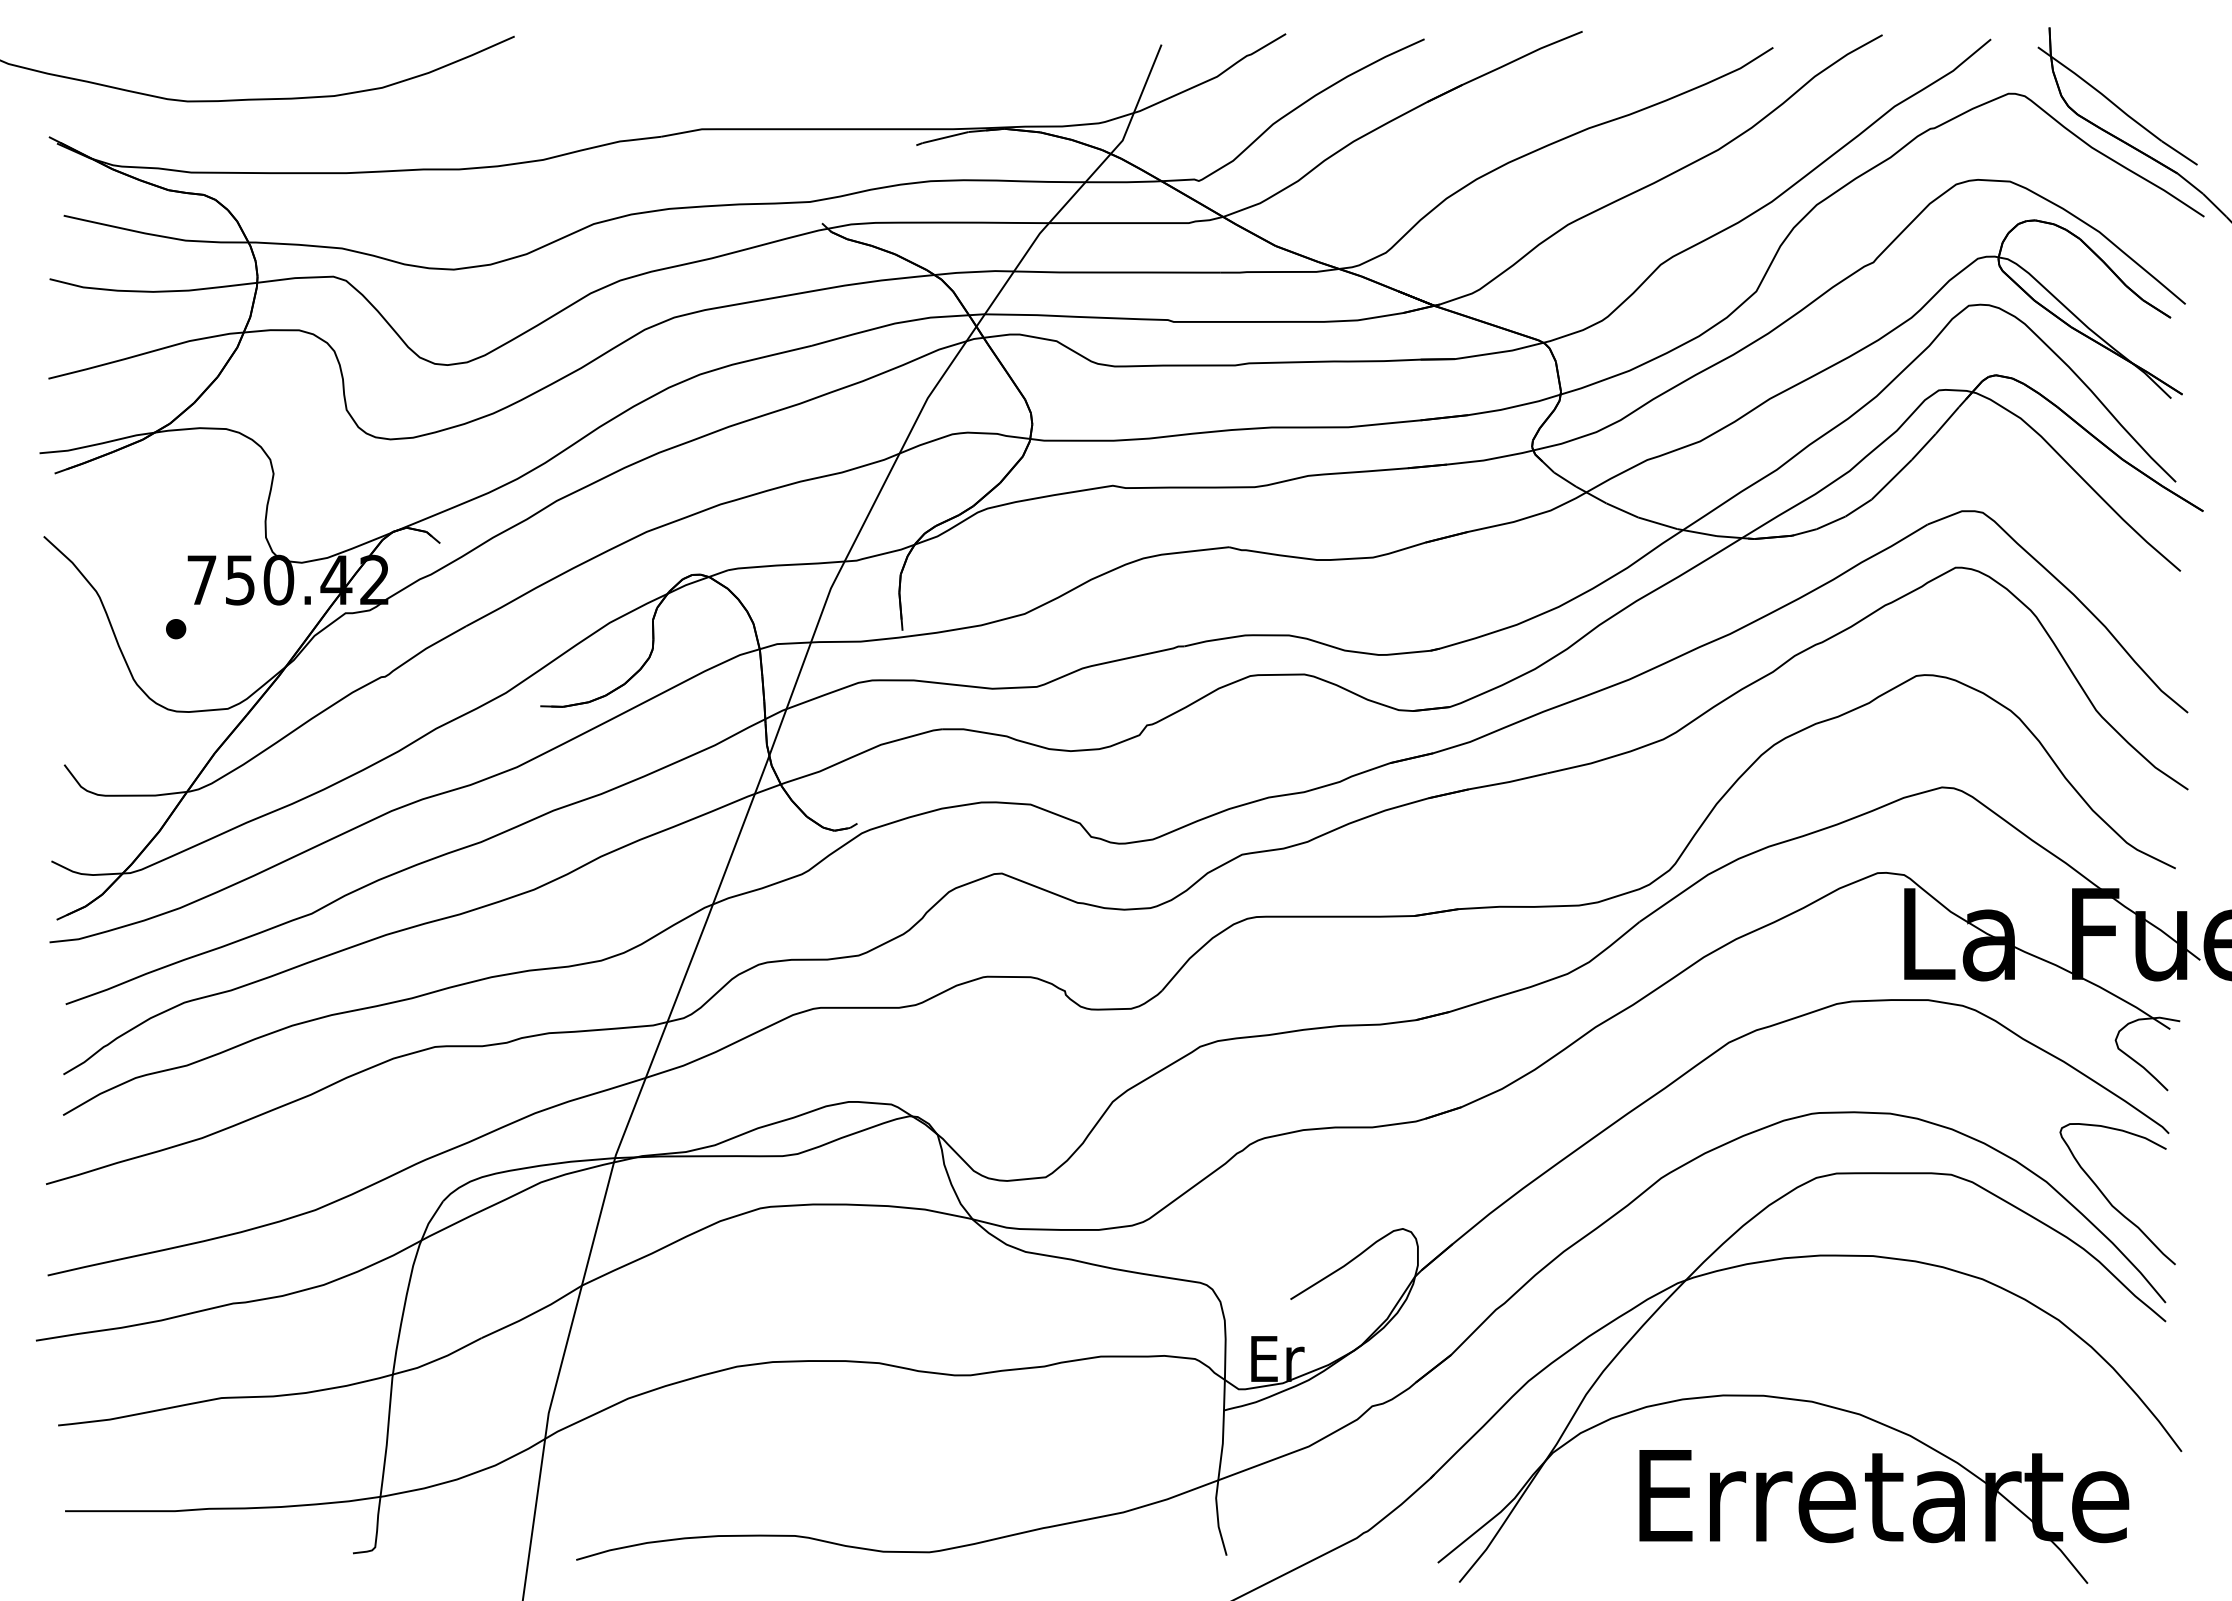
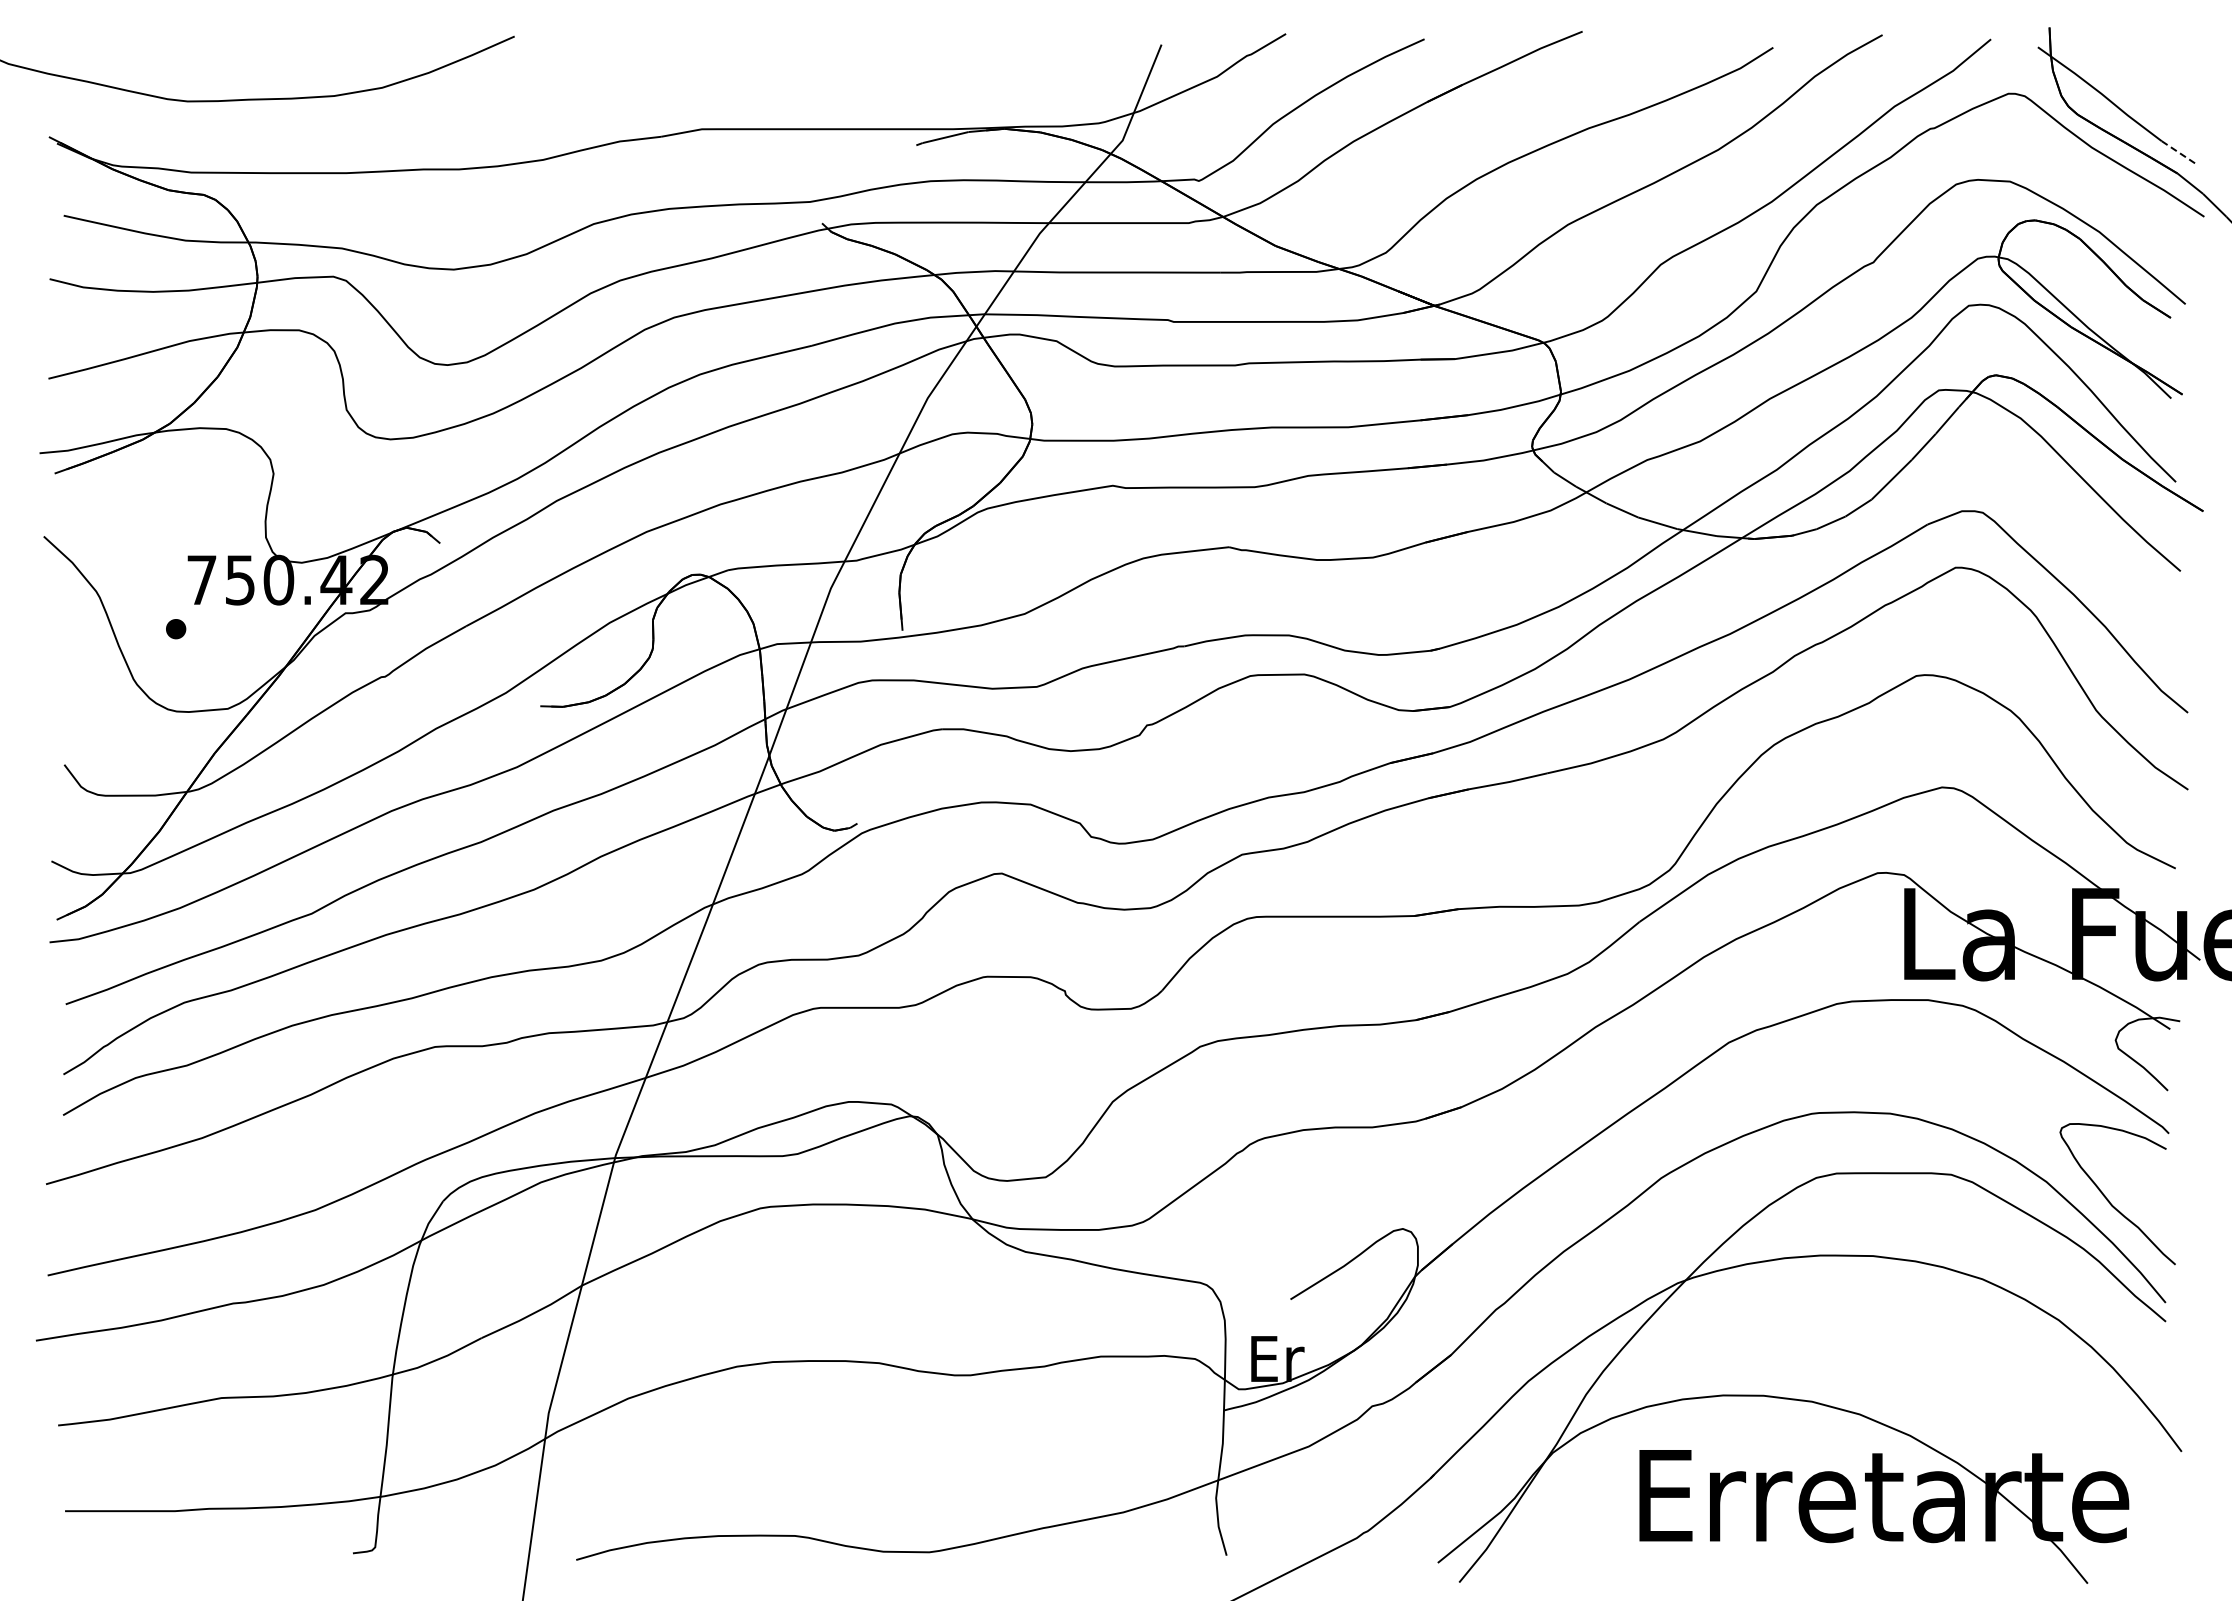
line at (2179, 153): solid -> dashed
